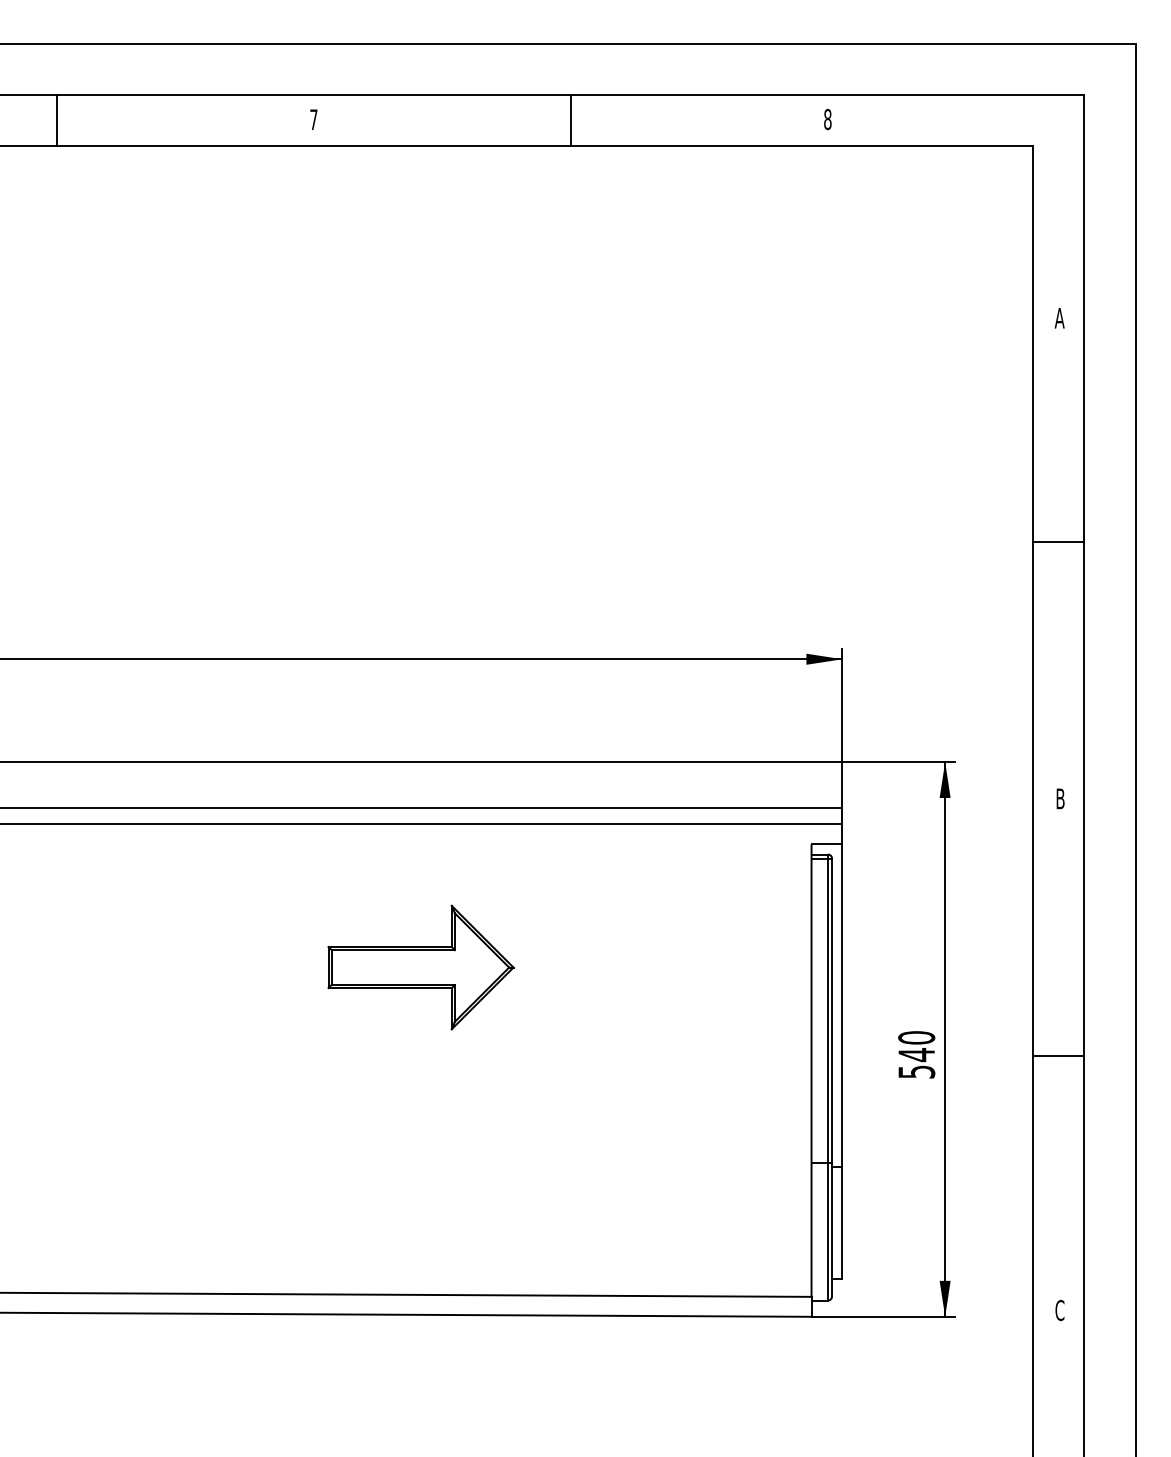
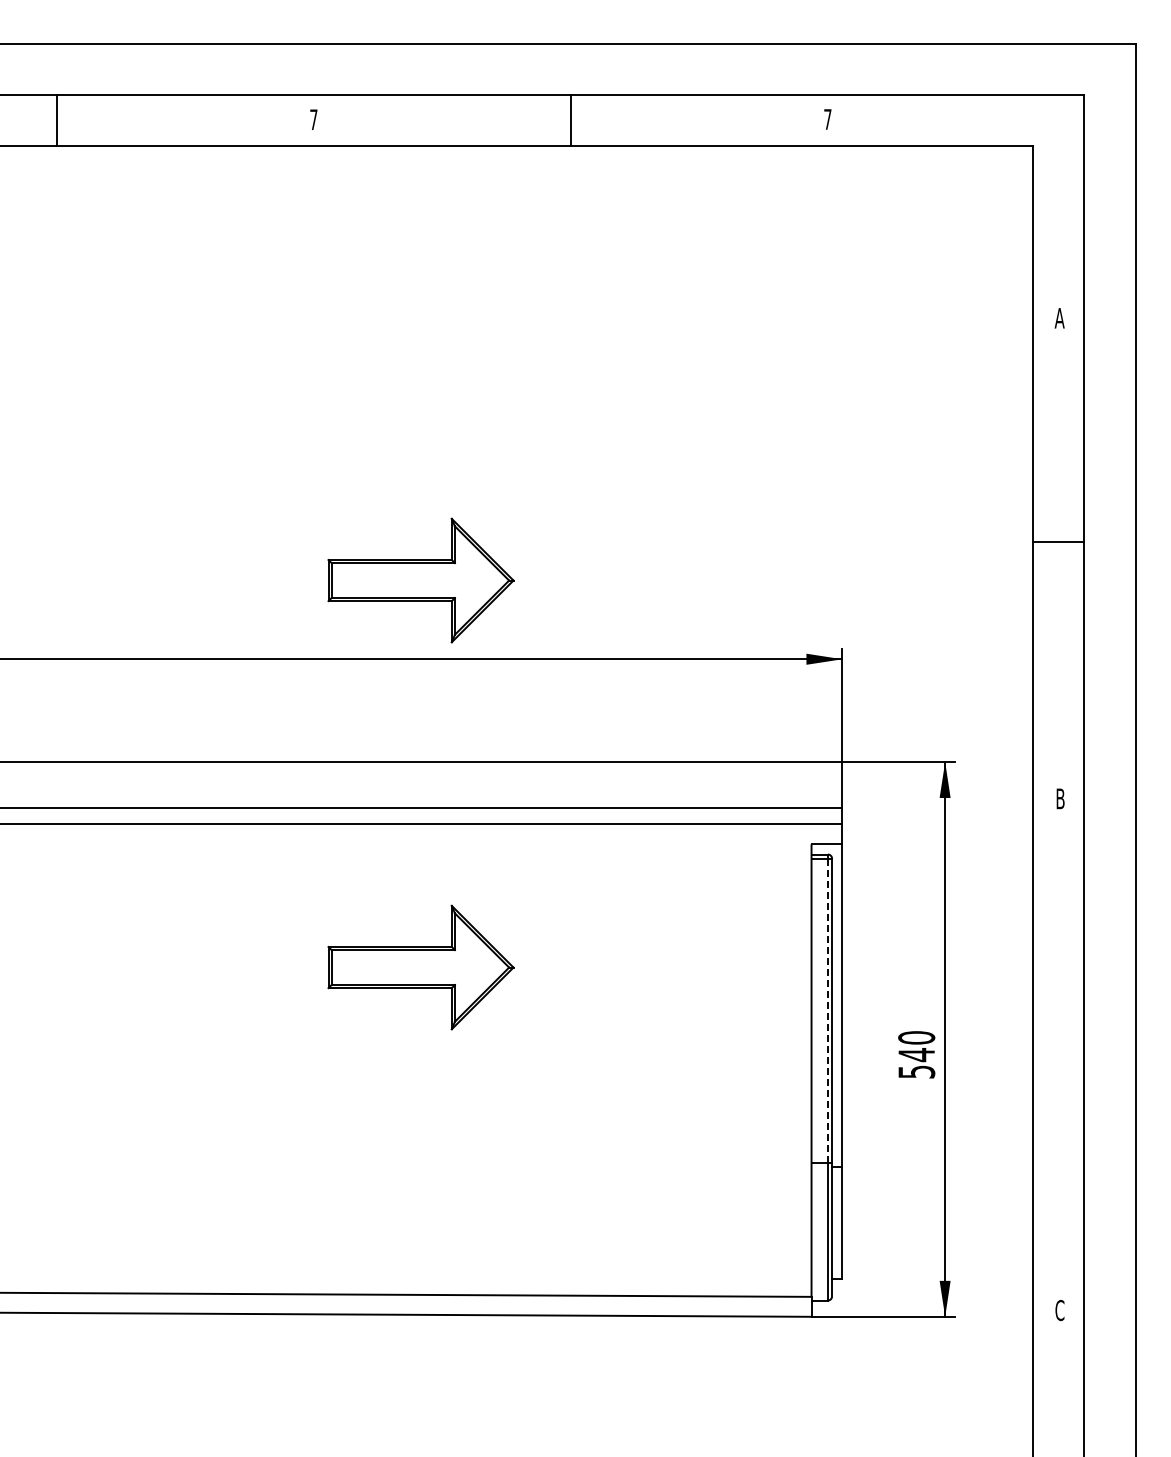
text at (827, 119): 8 -> 7
part at (420, 580): none -> present
line at (827, 1010): solid -> dashed
line at (1058, 1055): present -> none
